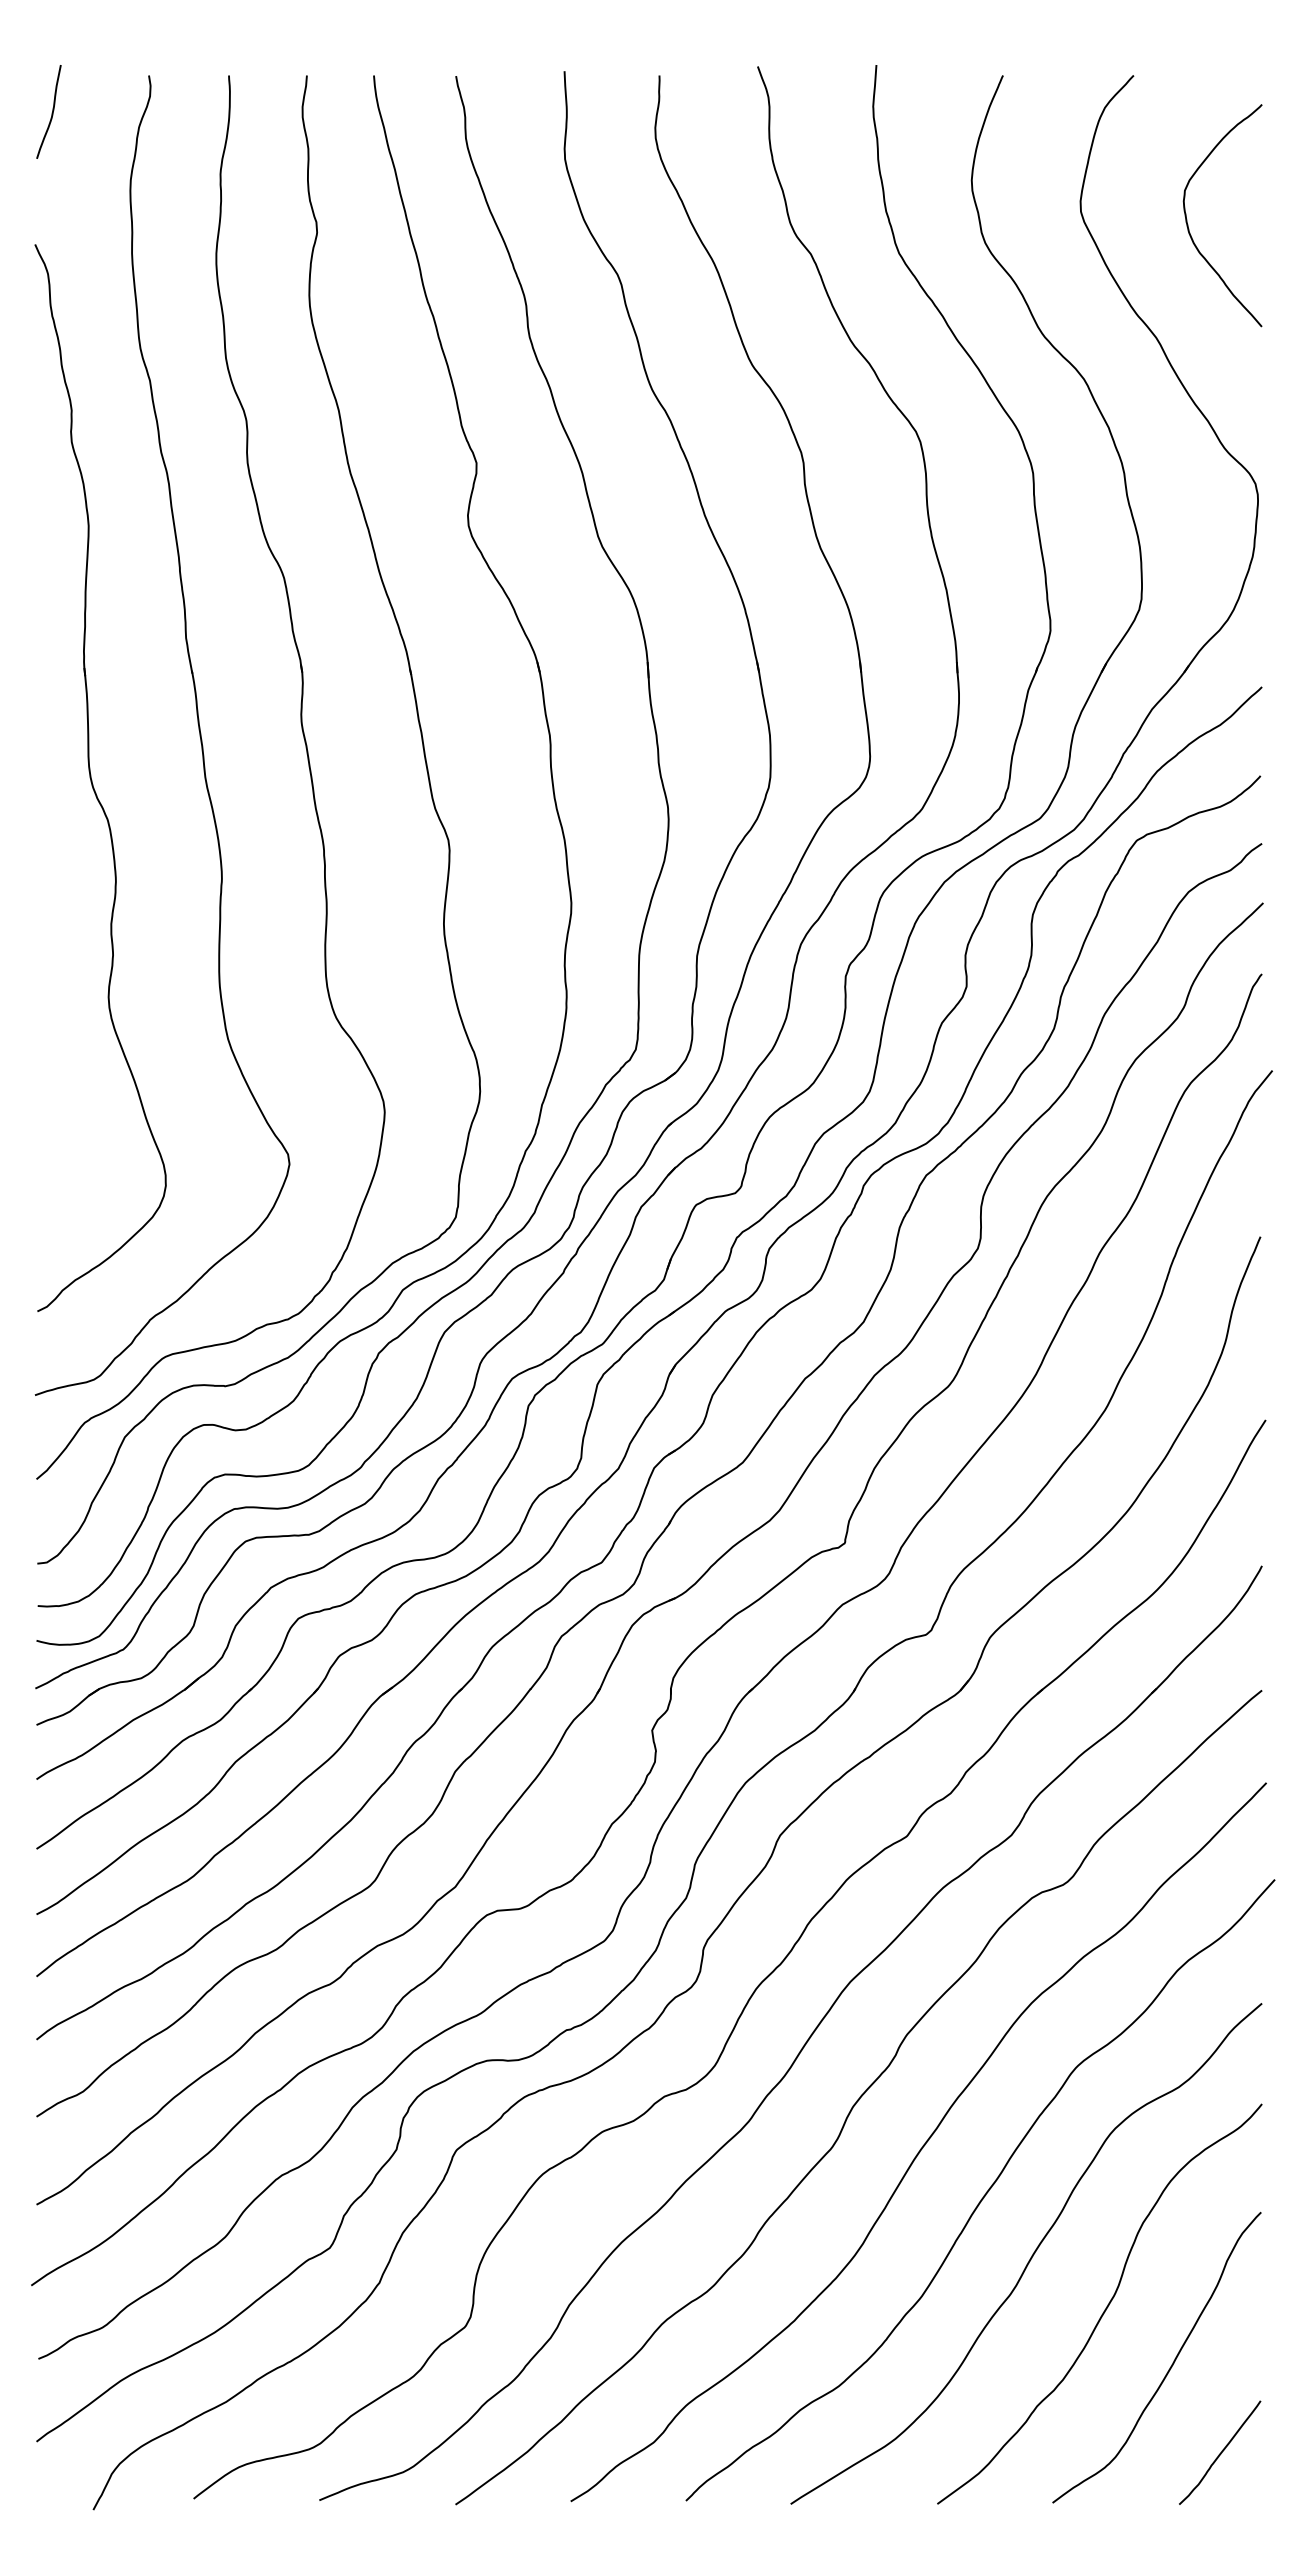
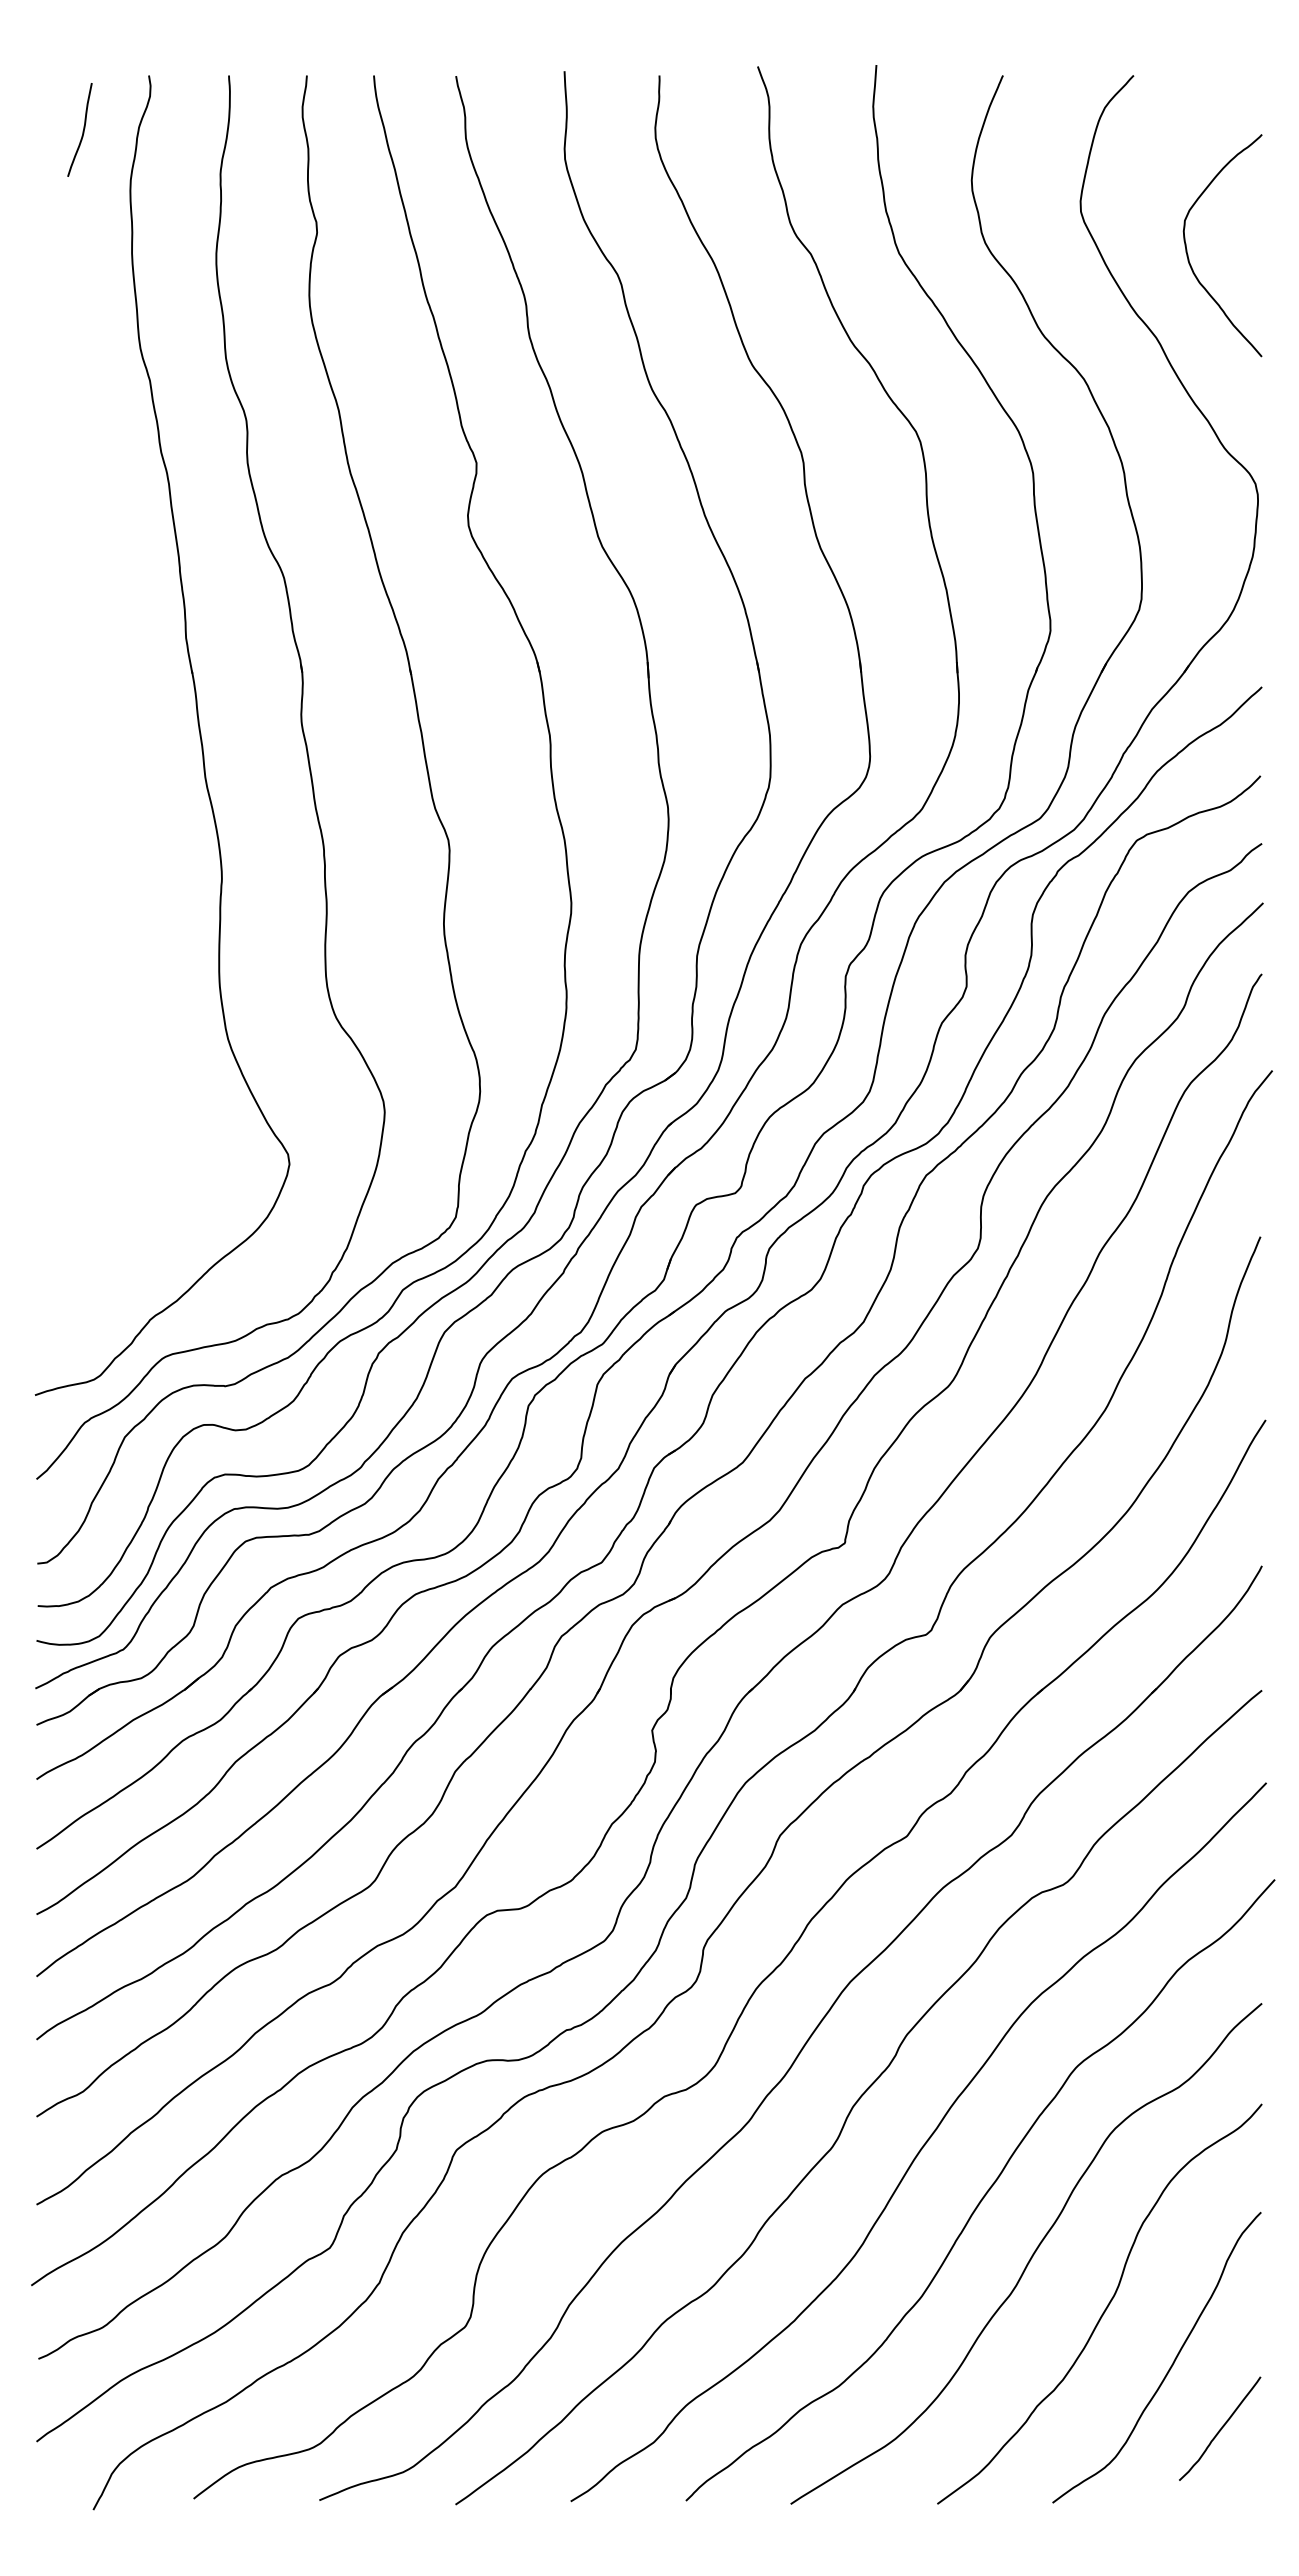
curve at (51, 113) position: (51, 113) -> (82, 131)
curve at (1188, 224) position: (1188, 224) -> (1188, 254)
part at (92, 780): present -> none
curve at (1220, 2452) position: (1220, 2452) -> (1220, 2428)
